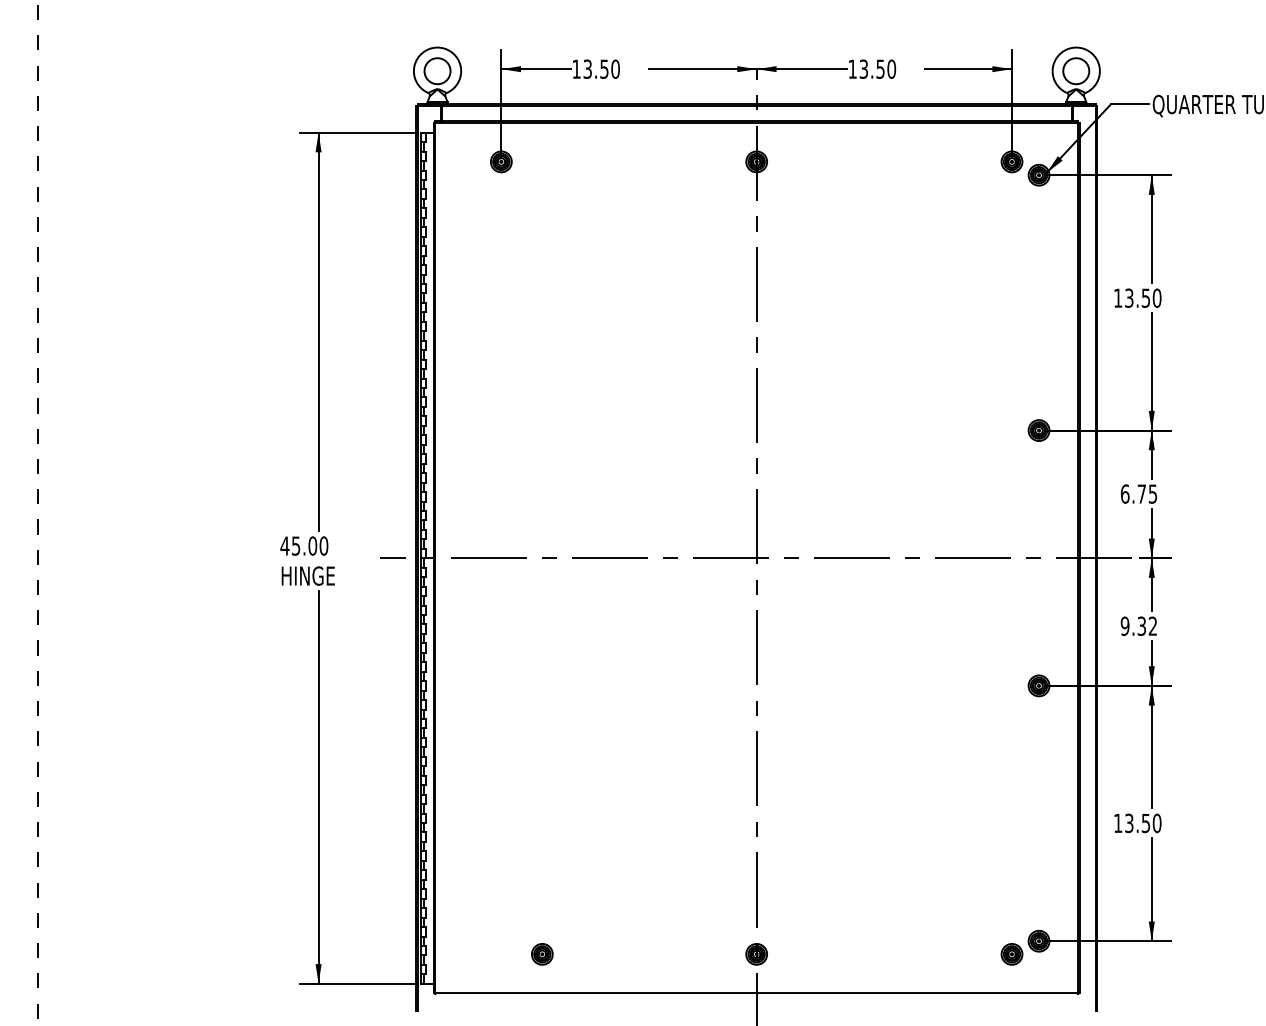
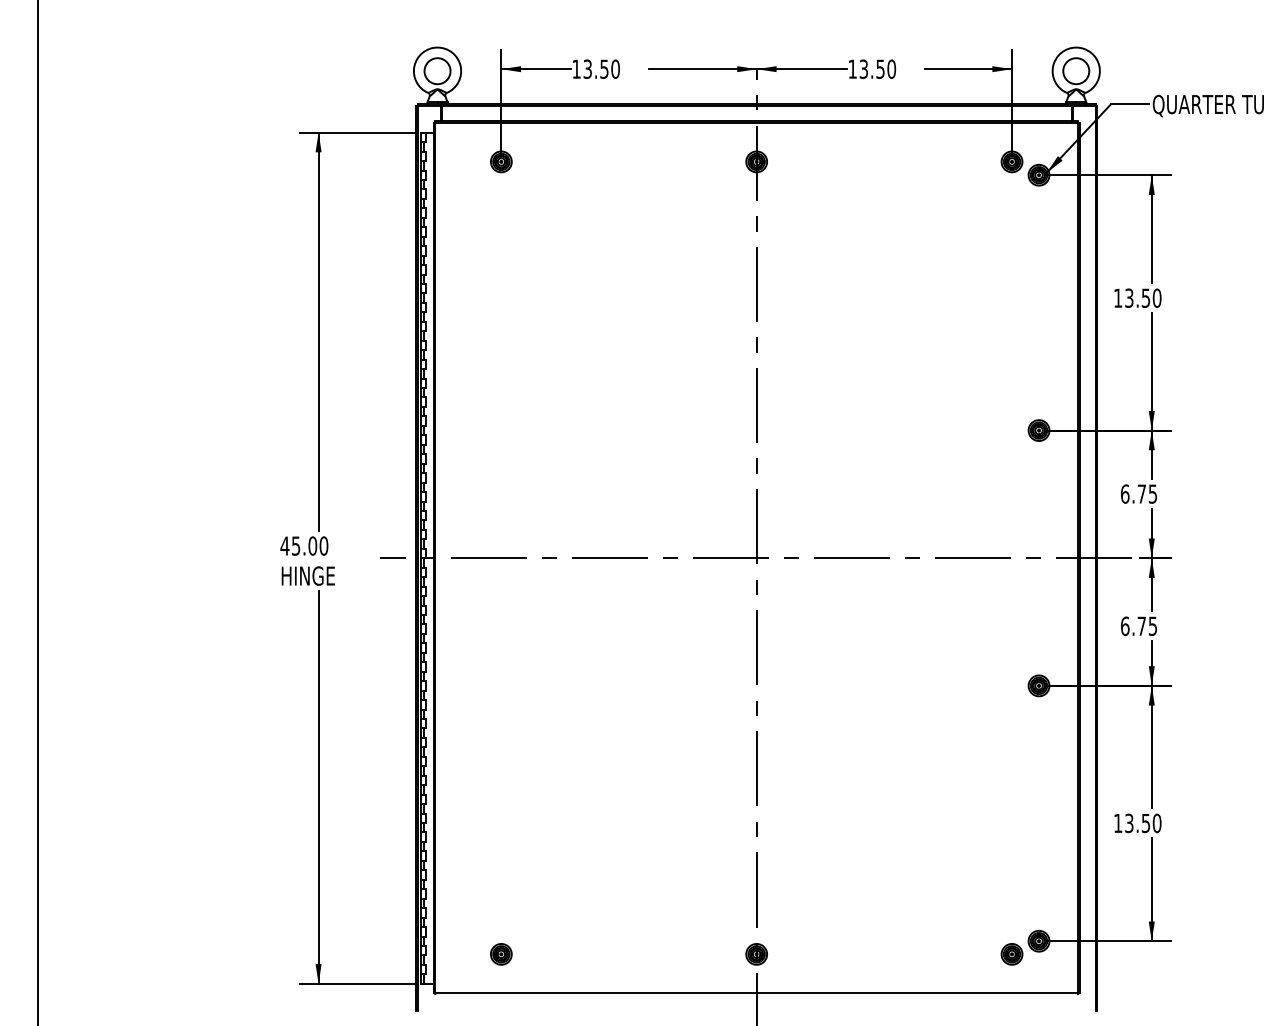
line at (37, 512): dashed -> solid
text at (1138, 625): 9.32 -> 6.75
part at (542, 954) position: (542, 954) -> (501, 954)
